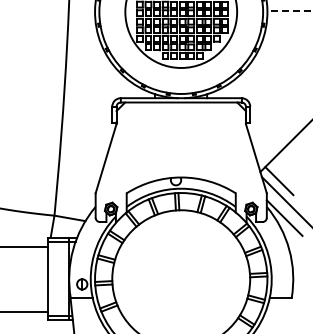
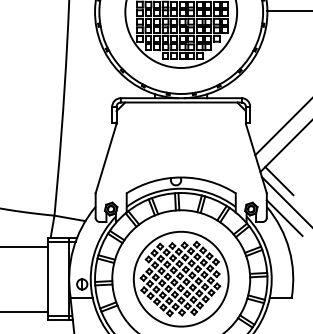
line at (289, 10): dashed -> solid
line at (282, 128): none -> present
part at (181, 278): none -> present
